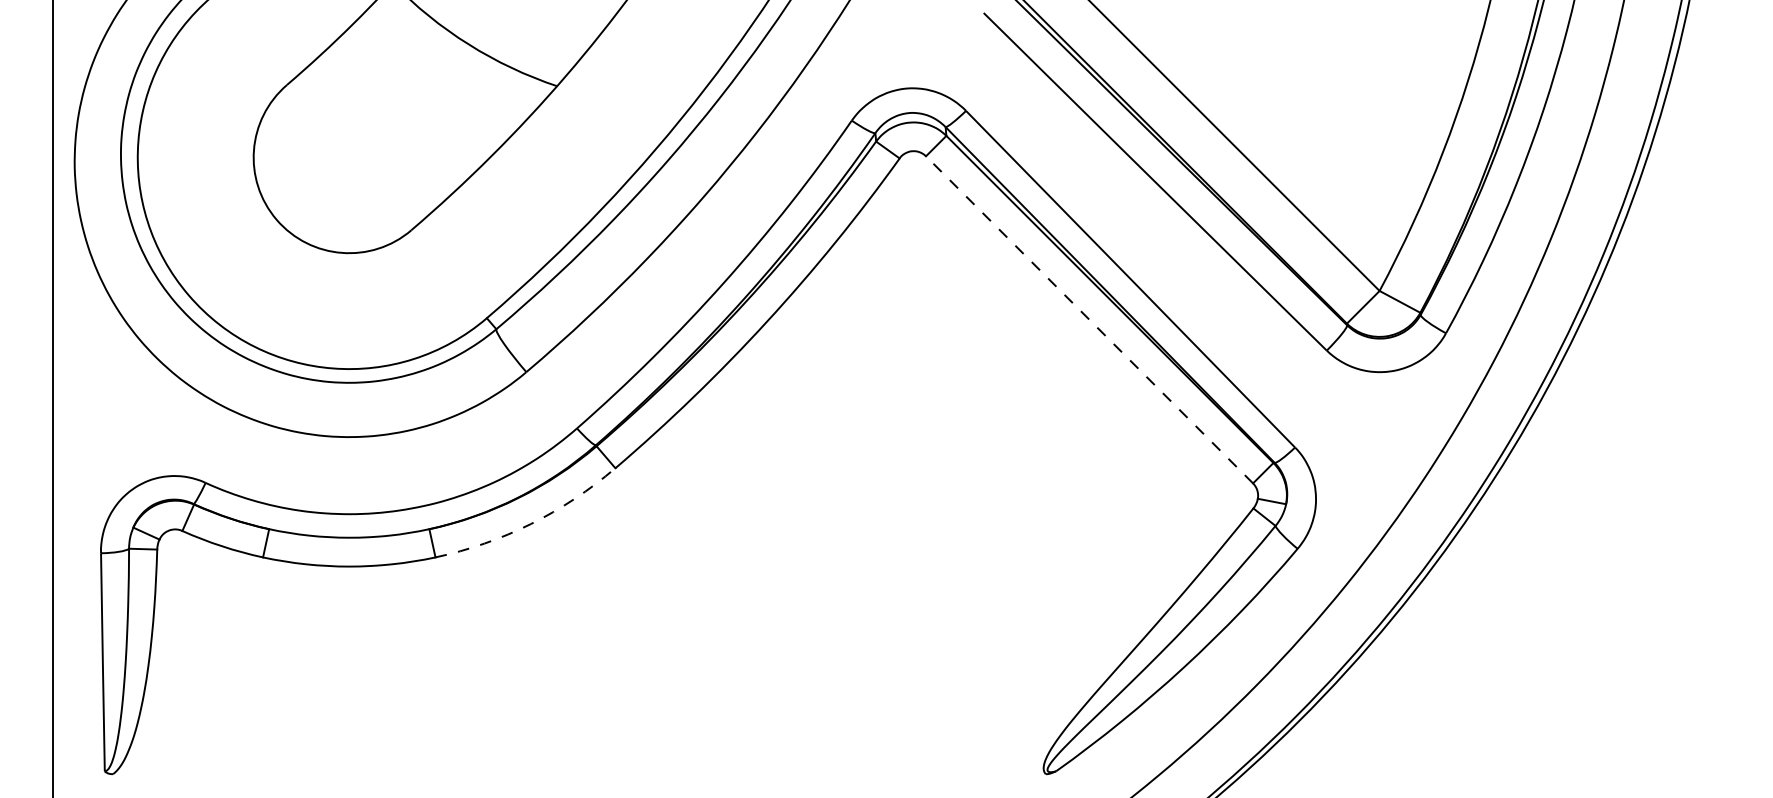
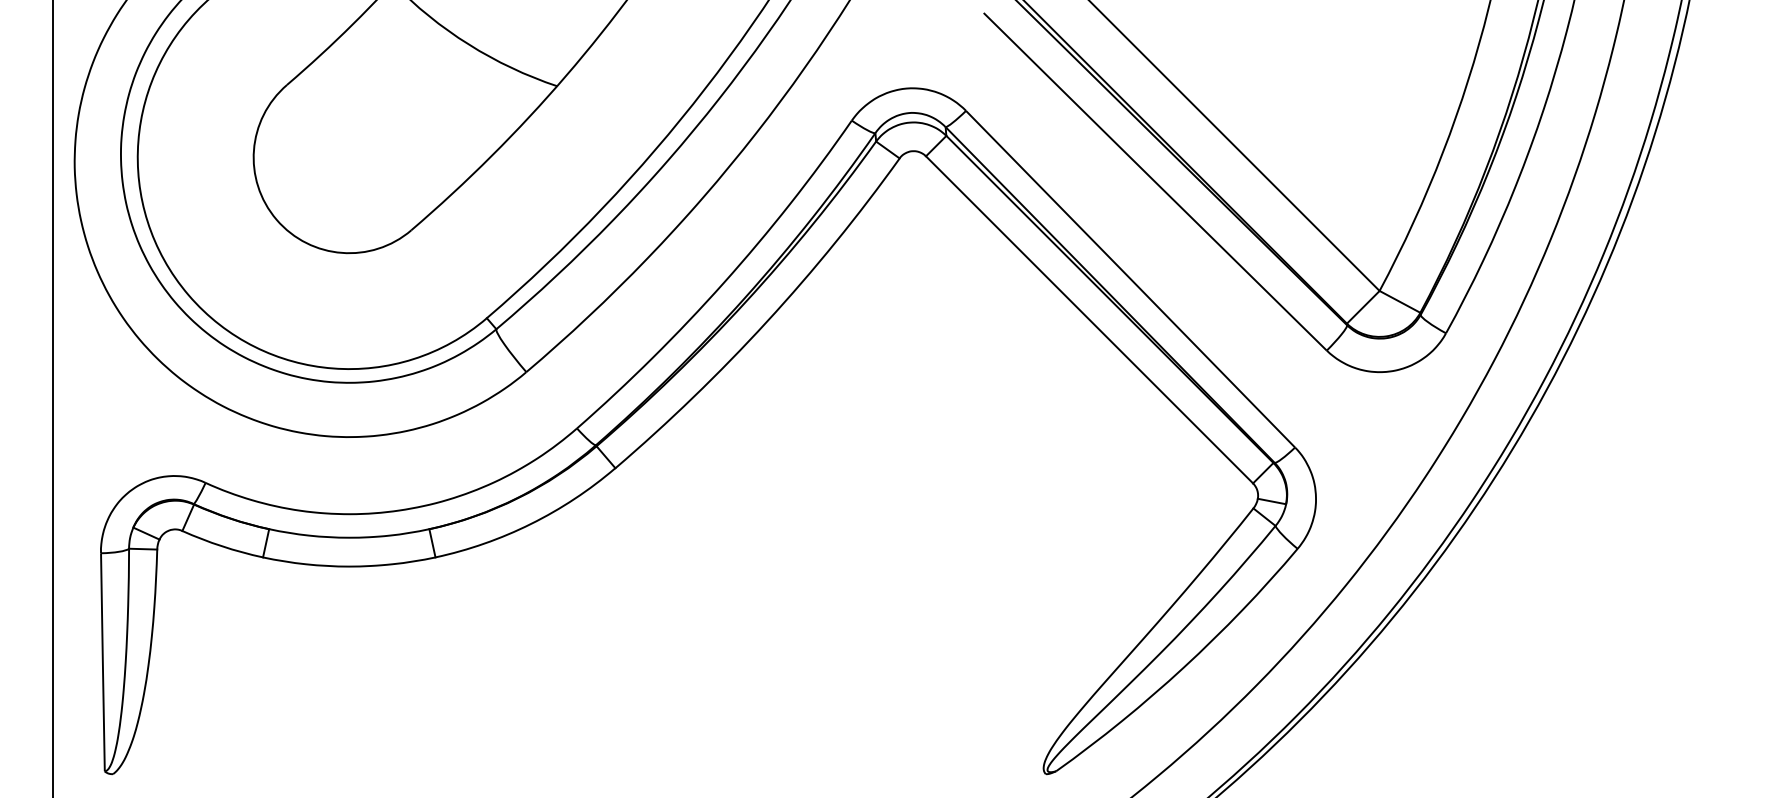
line at (1089, 319): dashed -> solid
arc at (530, 524): dashed -> solid
